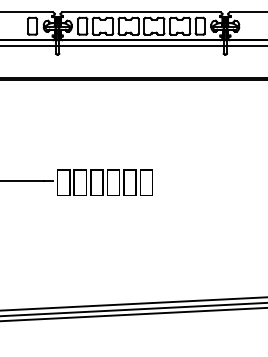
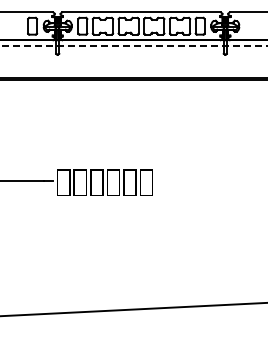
line at (133, 46): solid -> dashed
line at (133, 303): present -> none
line at (133, 314): present -> none
